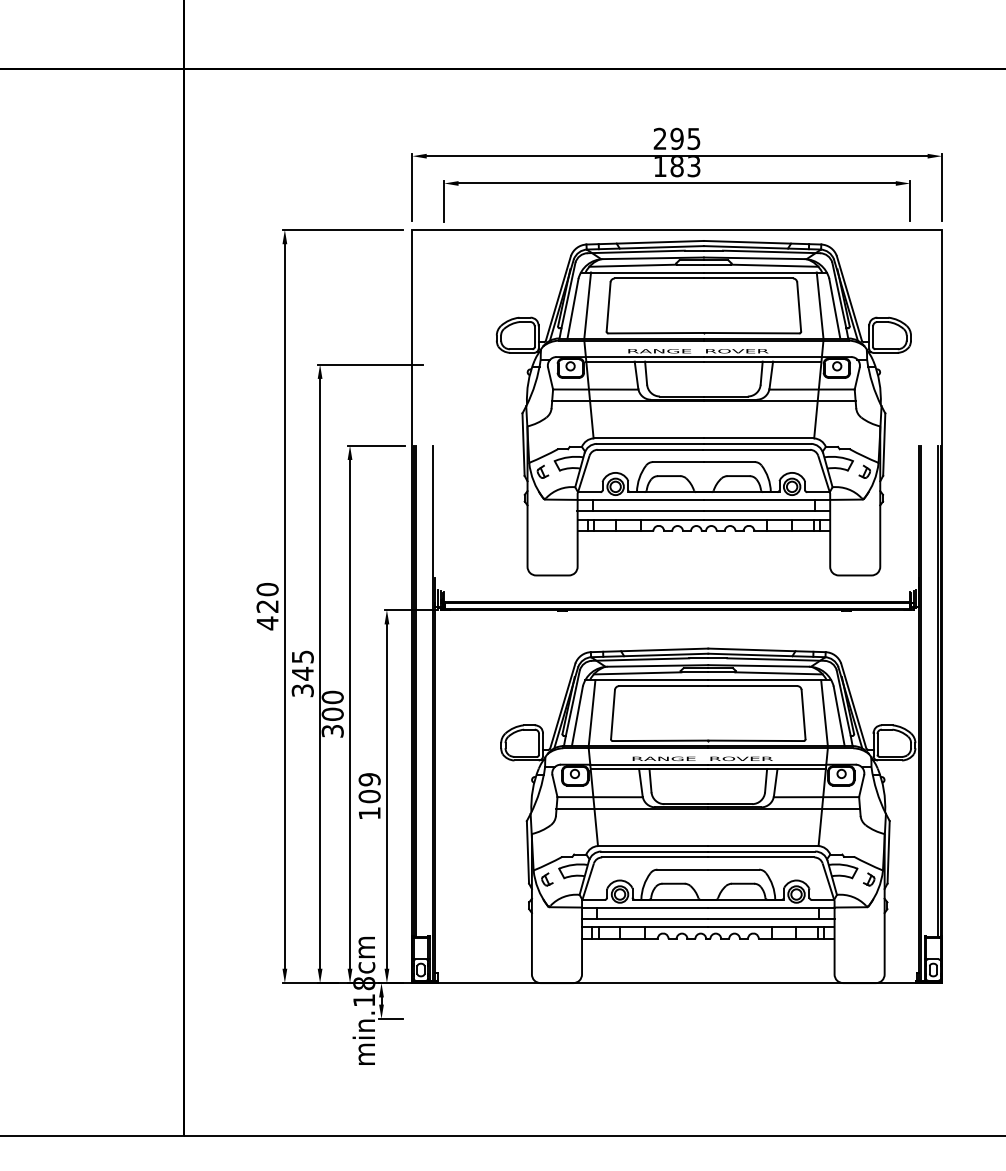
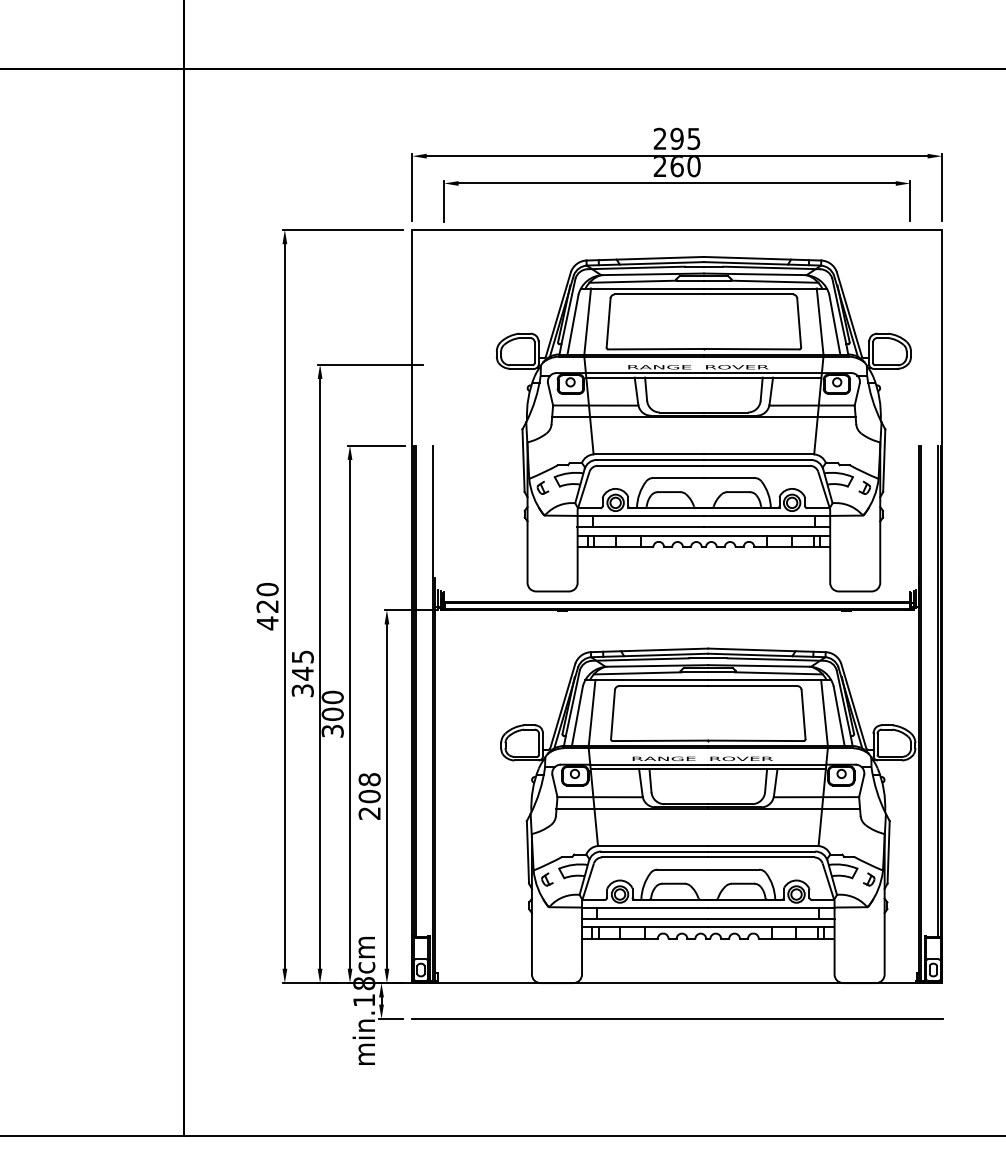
text at (676, 167): 183 -> 260
part at (703, 408) position: (703, 408) -> (703, 424)
text at (369, 796): 109 -> 208
line at (677, 1018): none -> present
